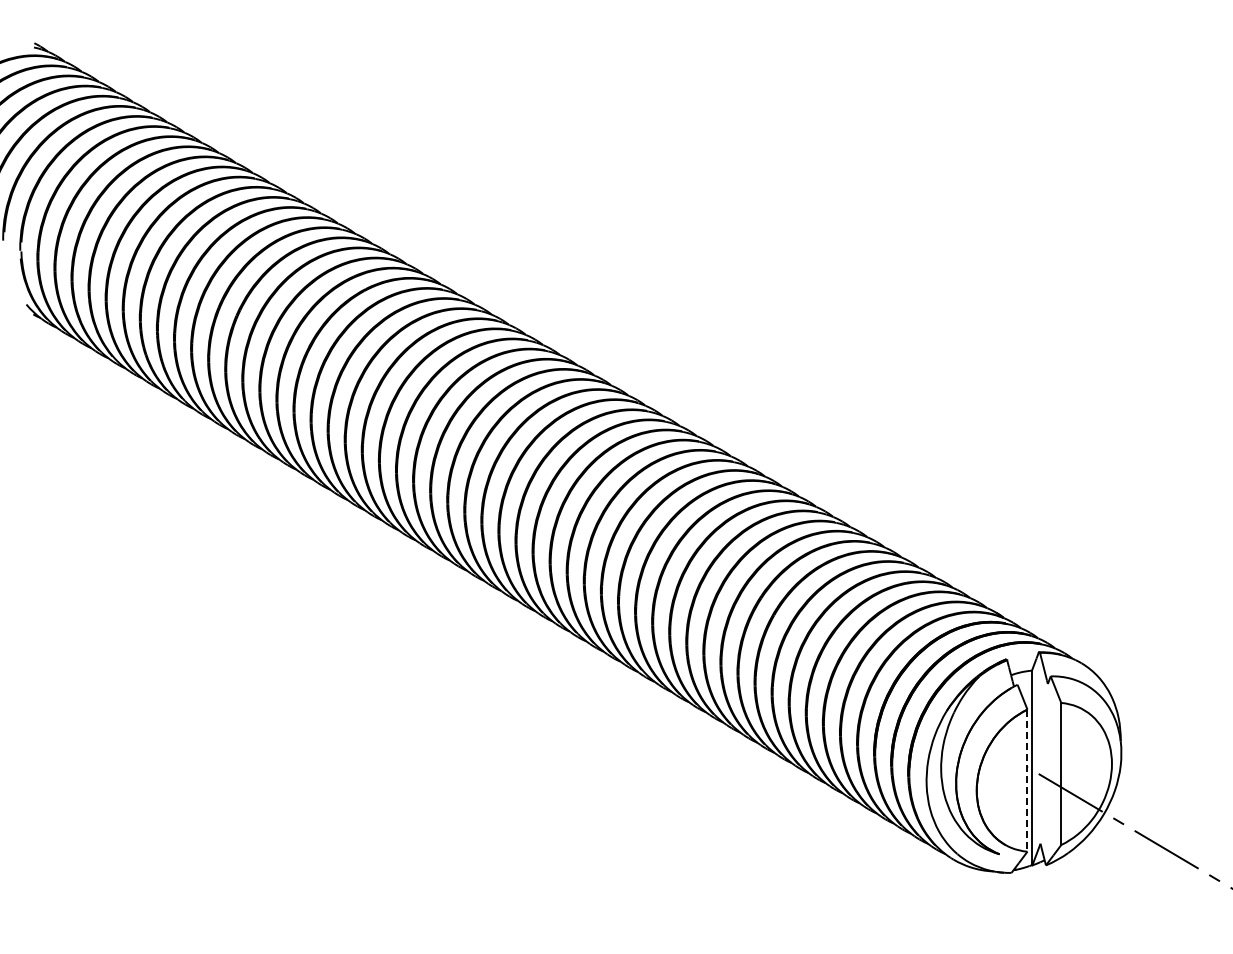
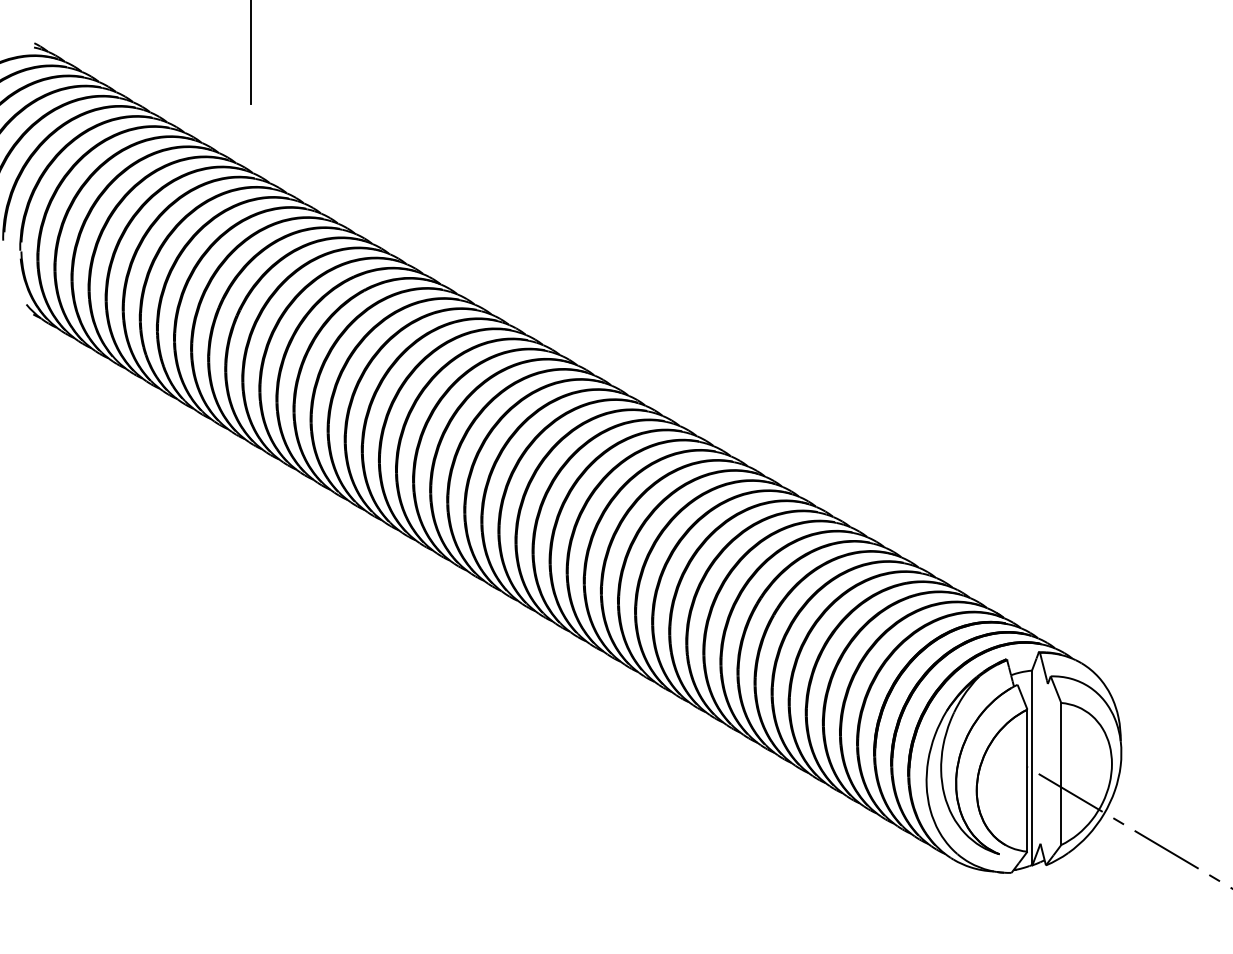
line at (250, 53): none -> present
line at (1027, 781): dashed -> solid
